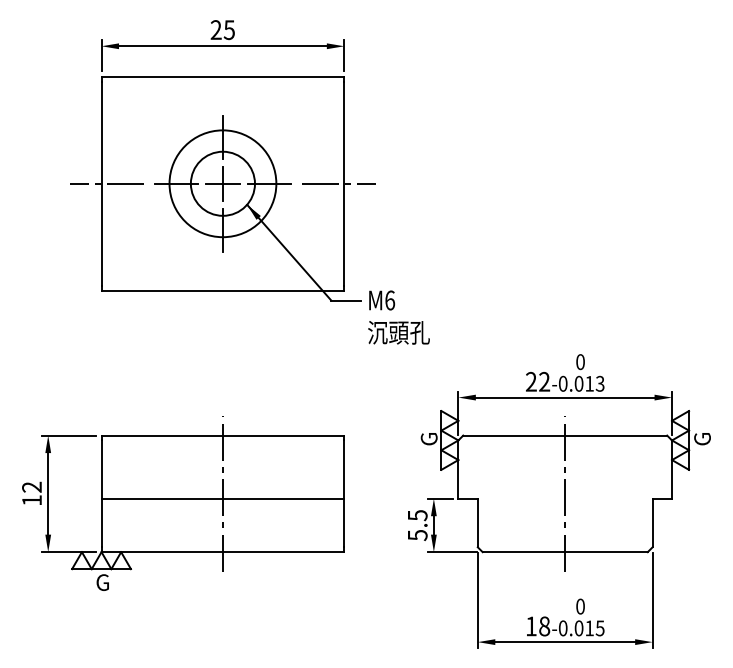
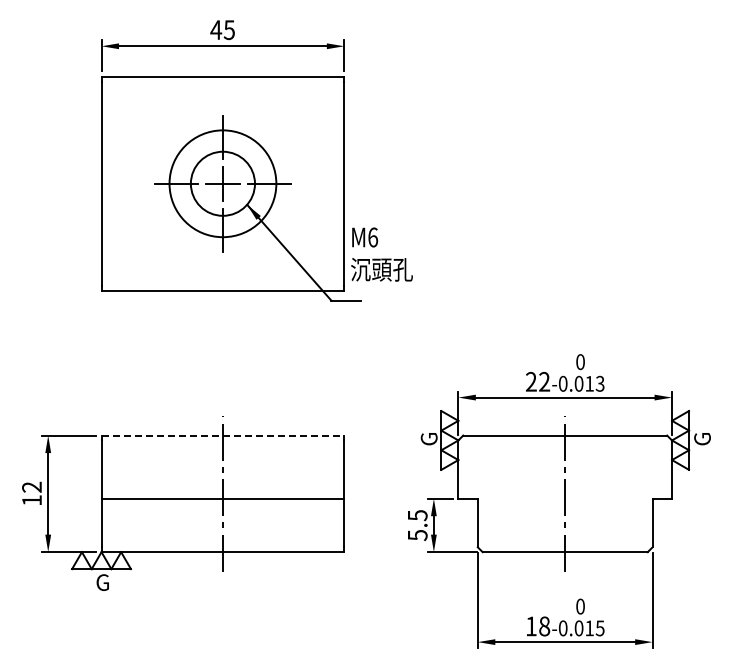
text at (216, 29): 25 -> 45
line at (107, 183): present -> none
line at (338, 183): present -> none
text at (398, 317) position: (398, 317) -> (381, 254)
line at (223, 435): solid -> dashed
